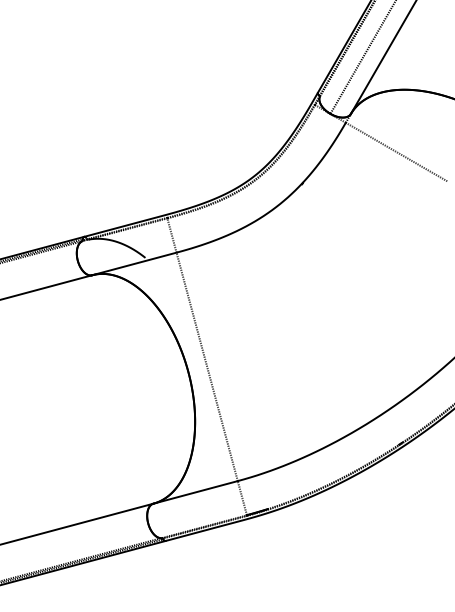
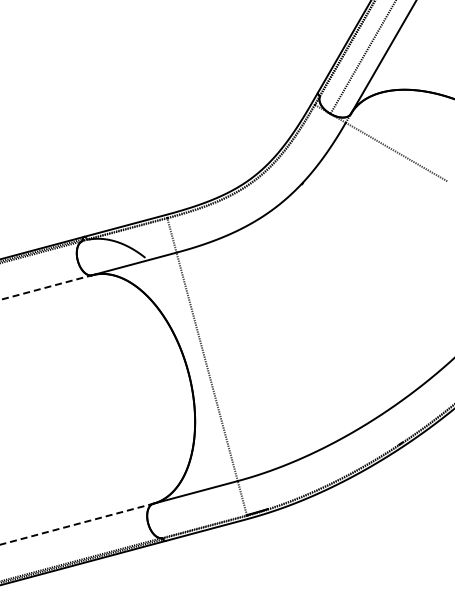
line at (46, 287): solid -> dashed
line at (77, 524): solid -> dashed
